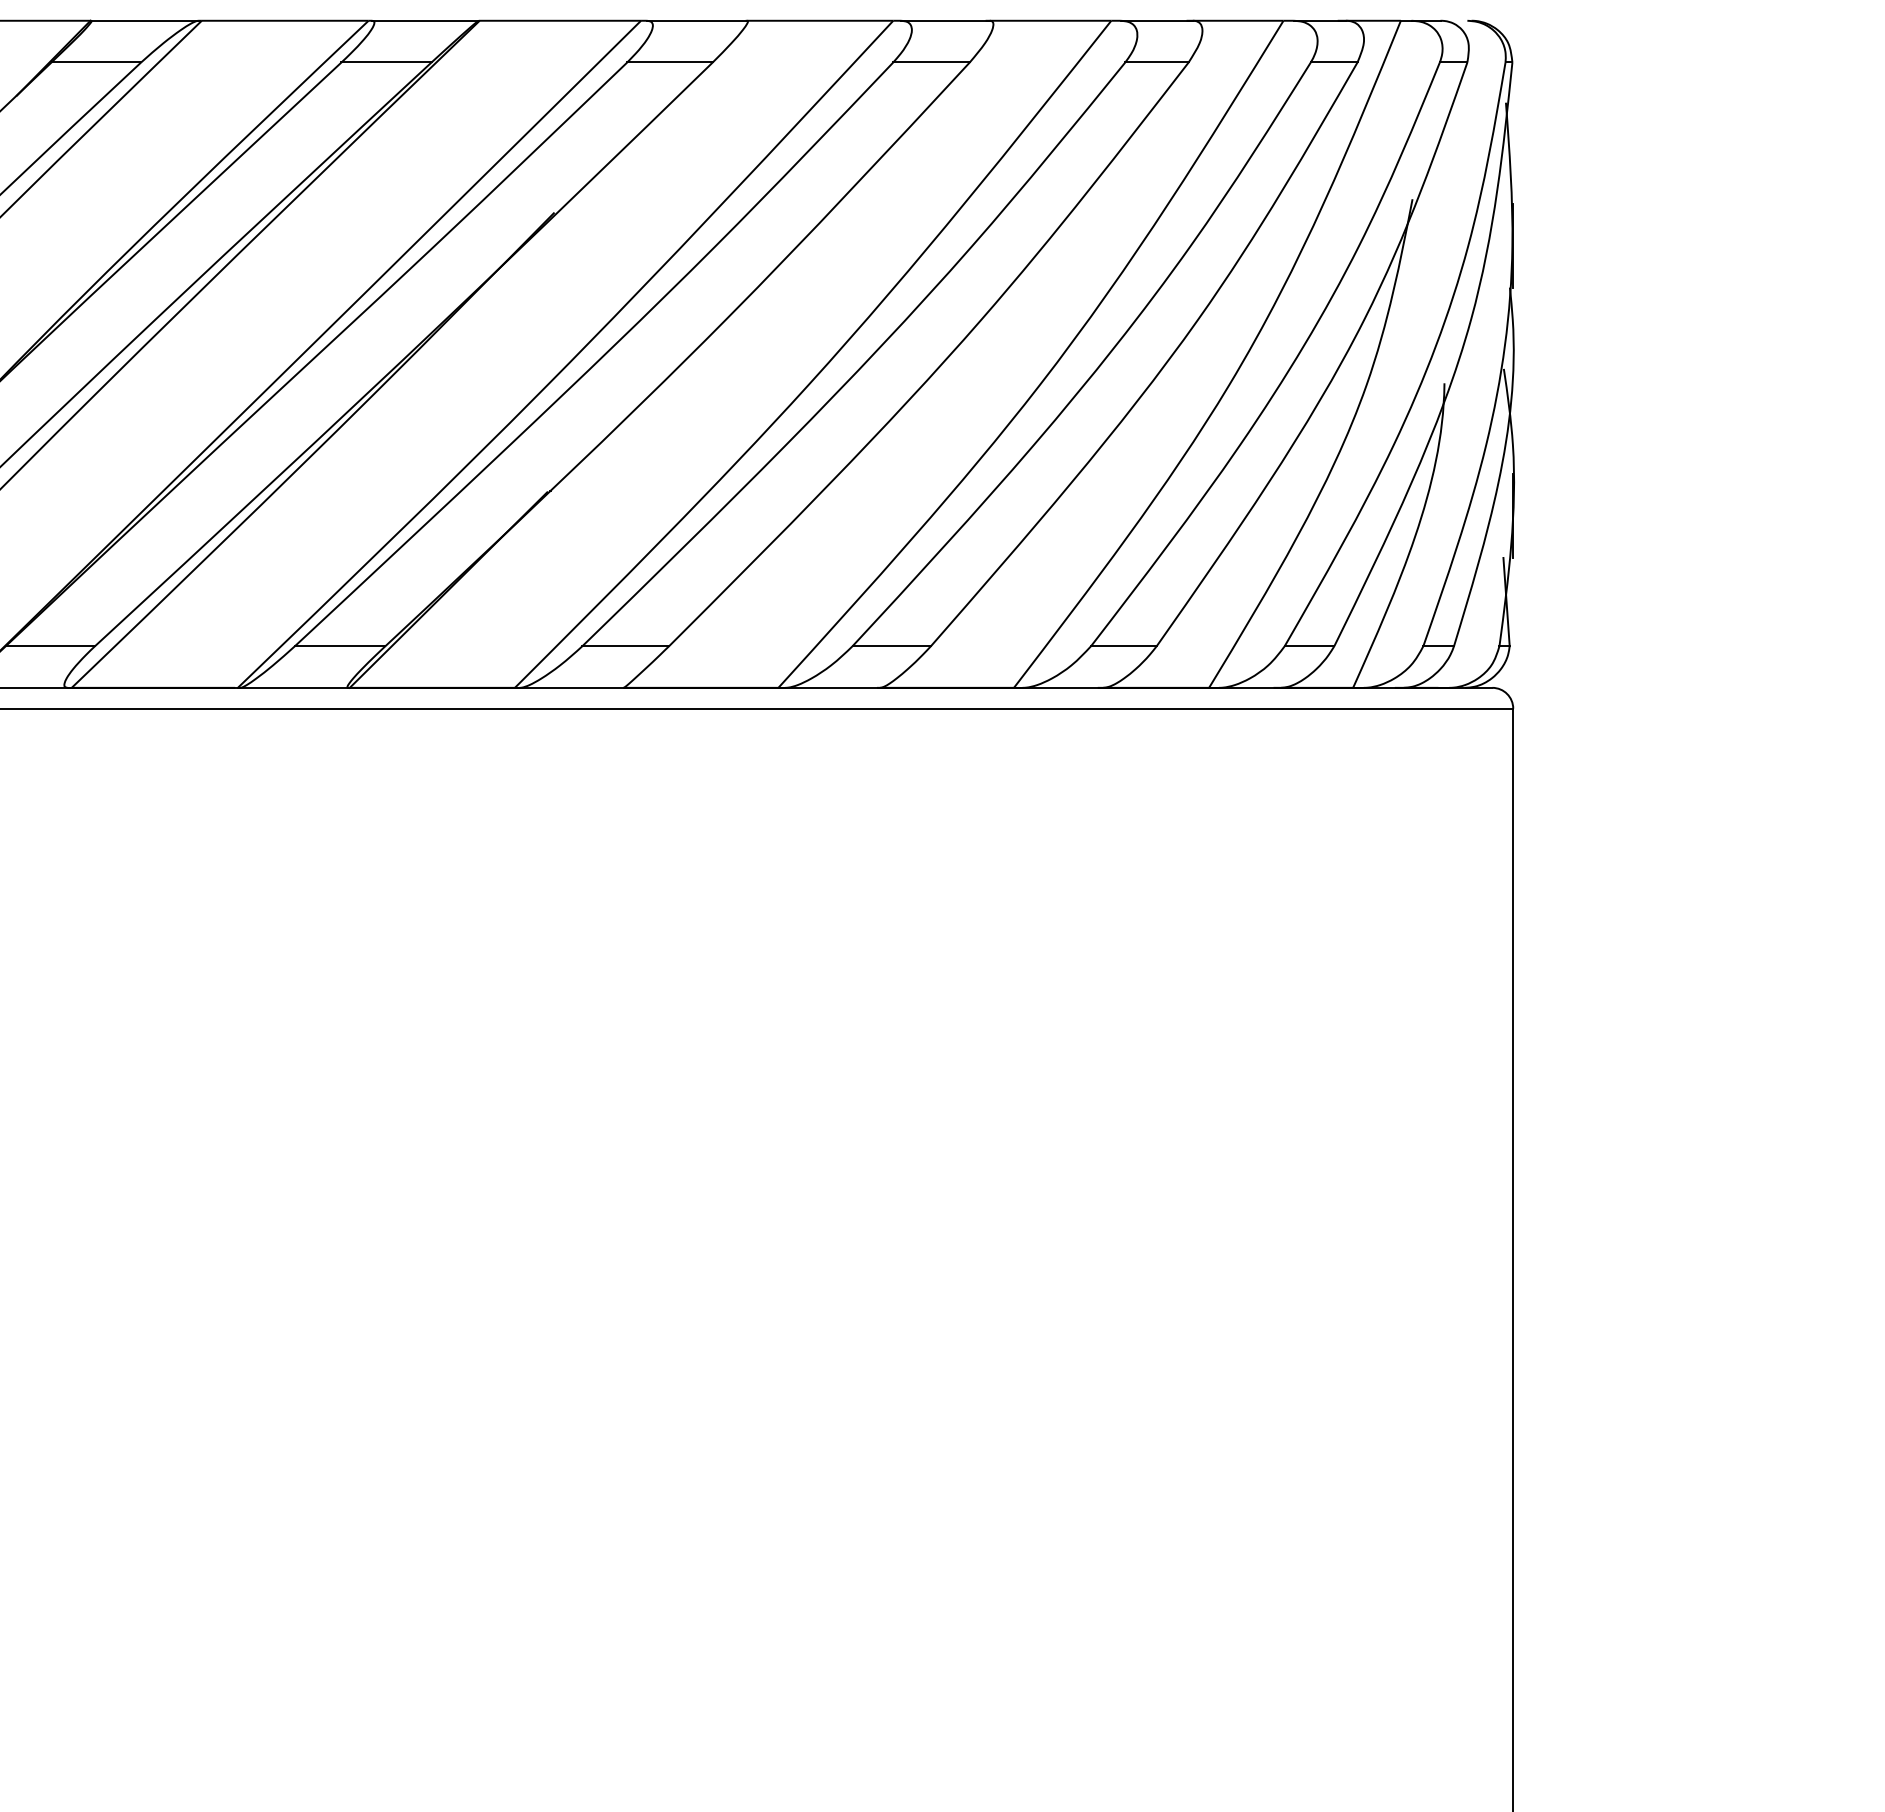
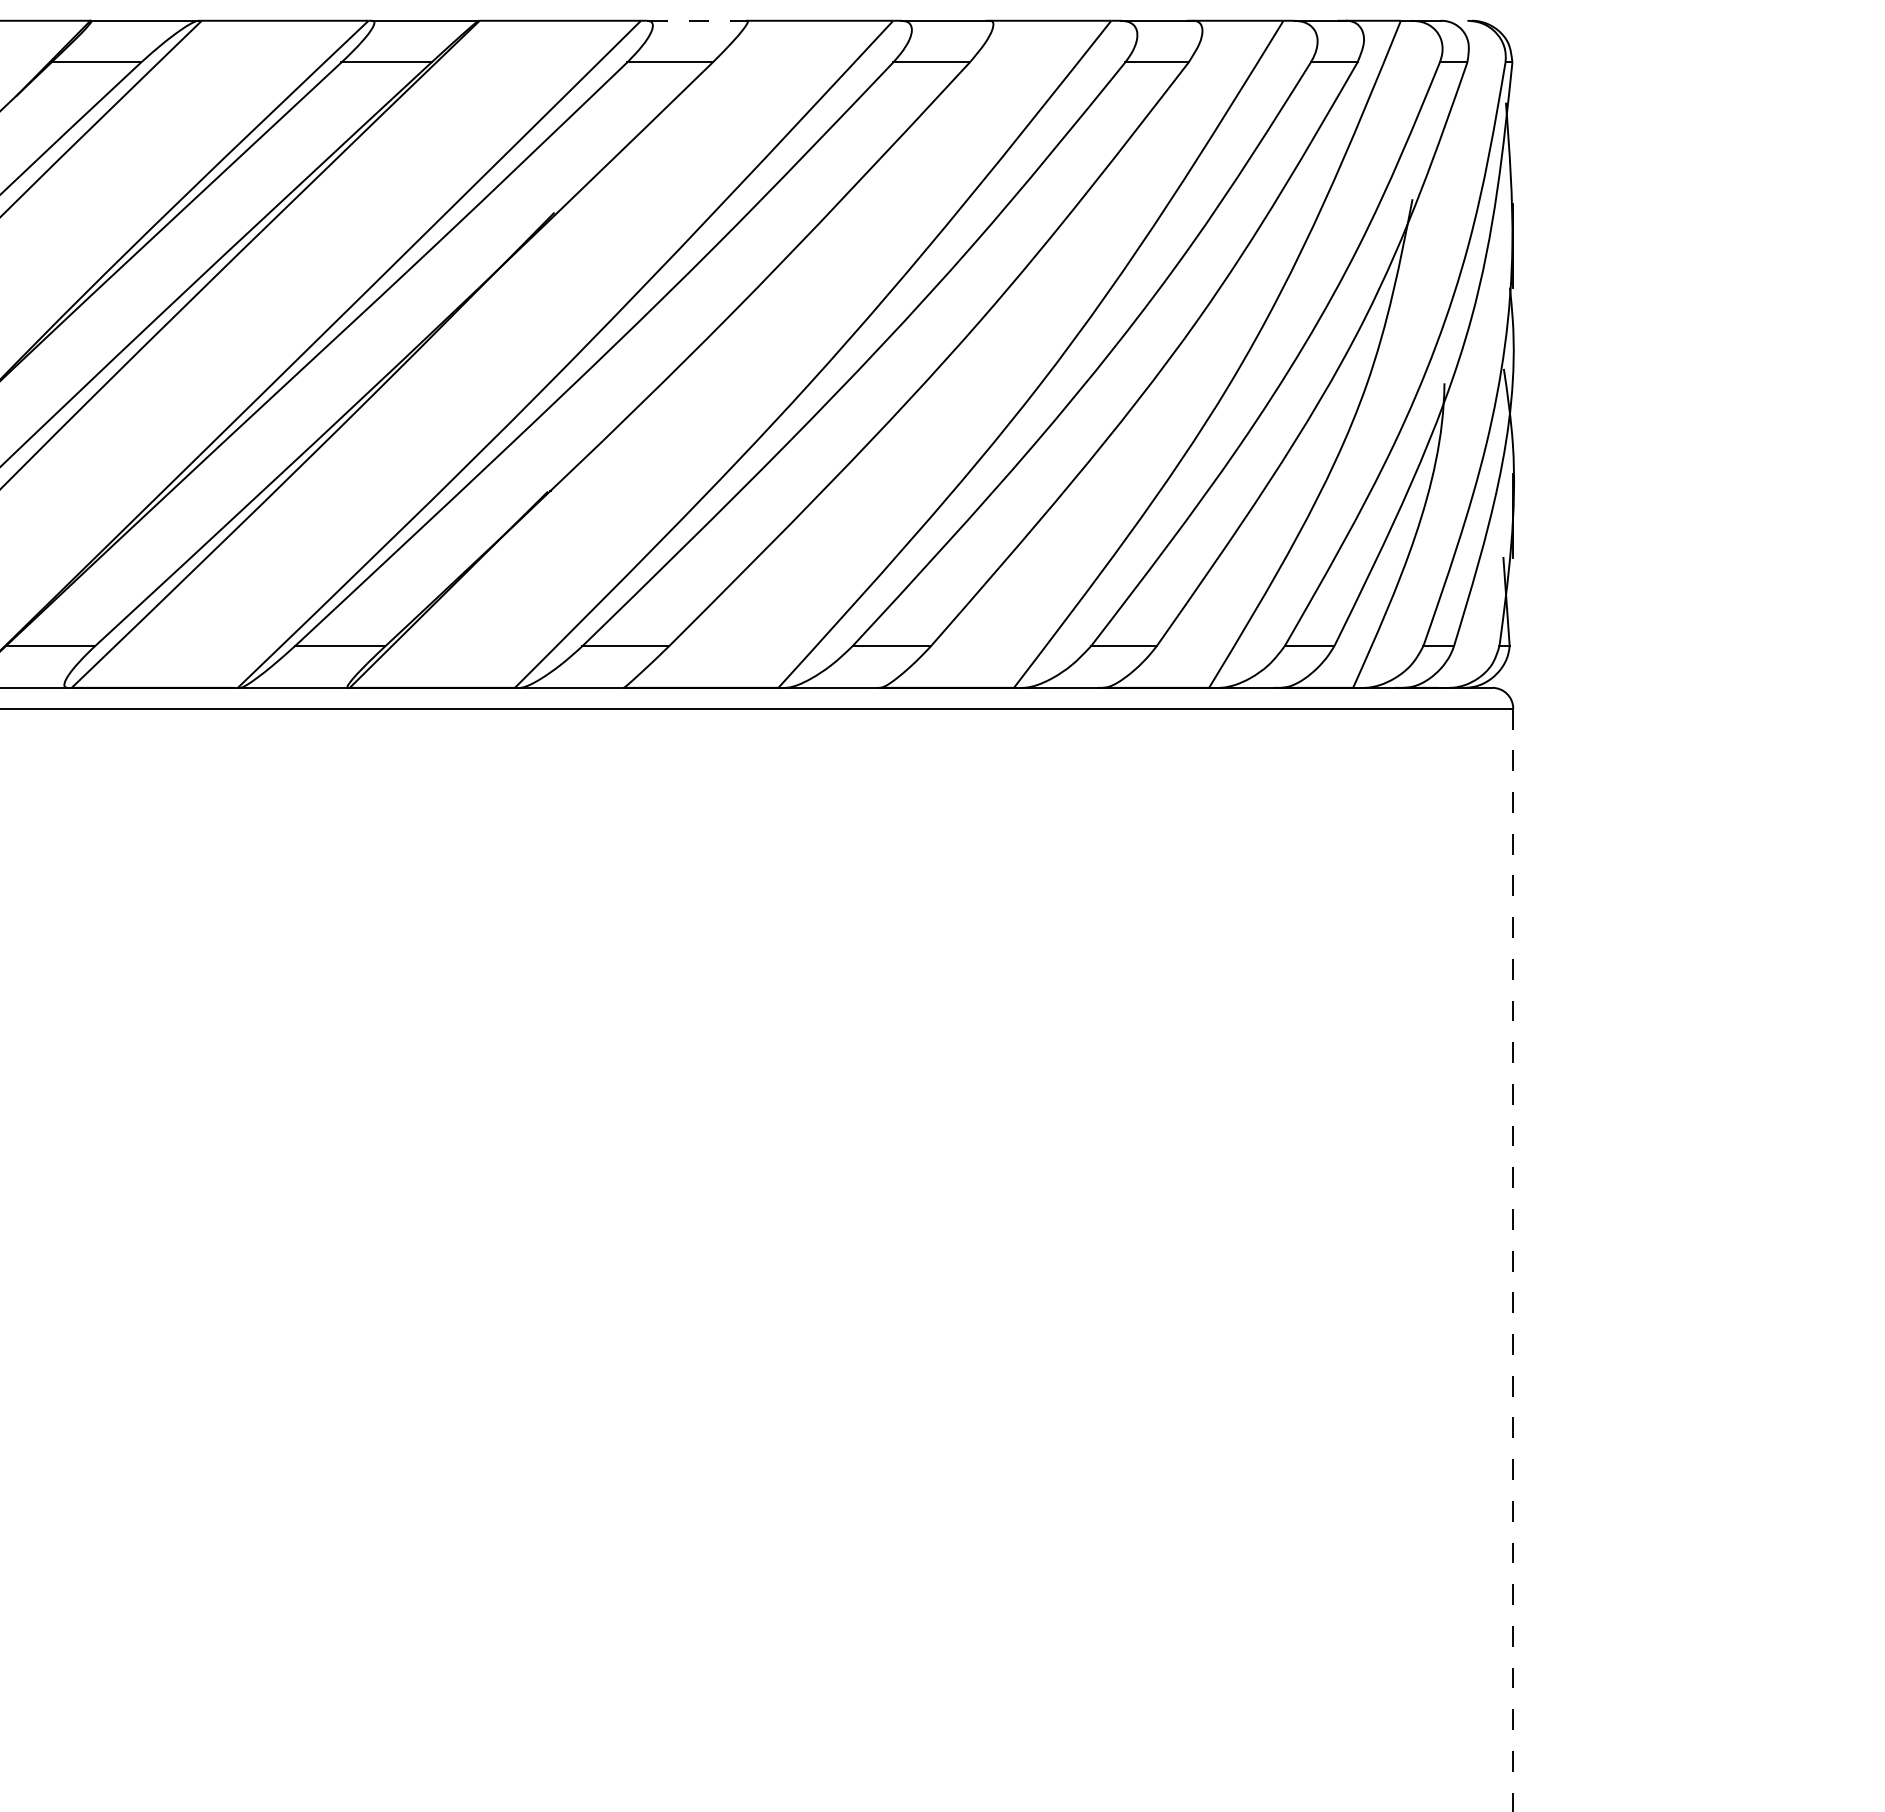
line at (697, 20): solid -> dashed
line at (1513, 1259): solid -> dashed
